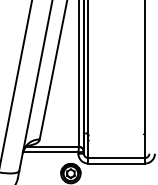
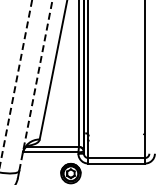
line at (16, 83): solid -> dashed
line at (35, 85): solid -> dashed
